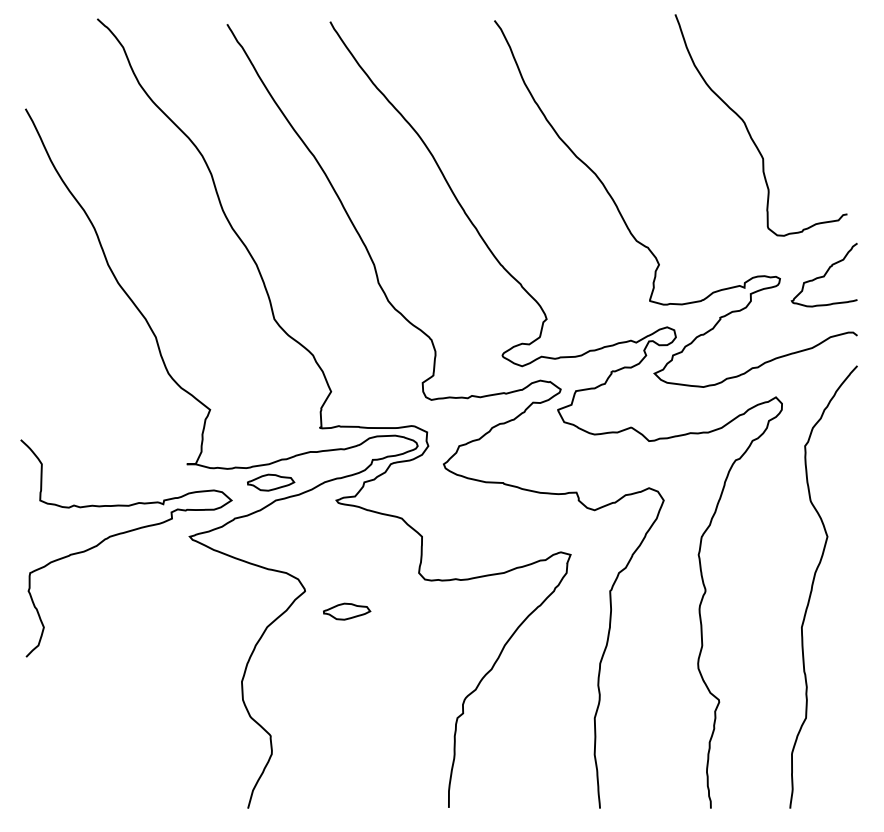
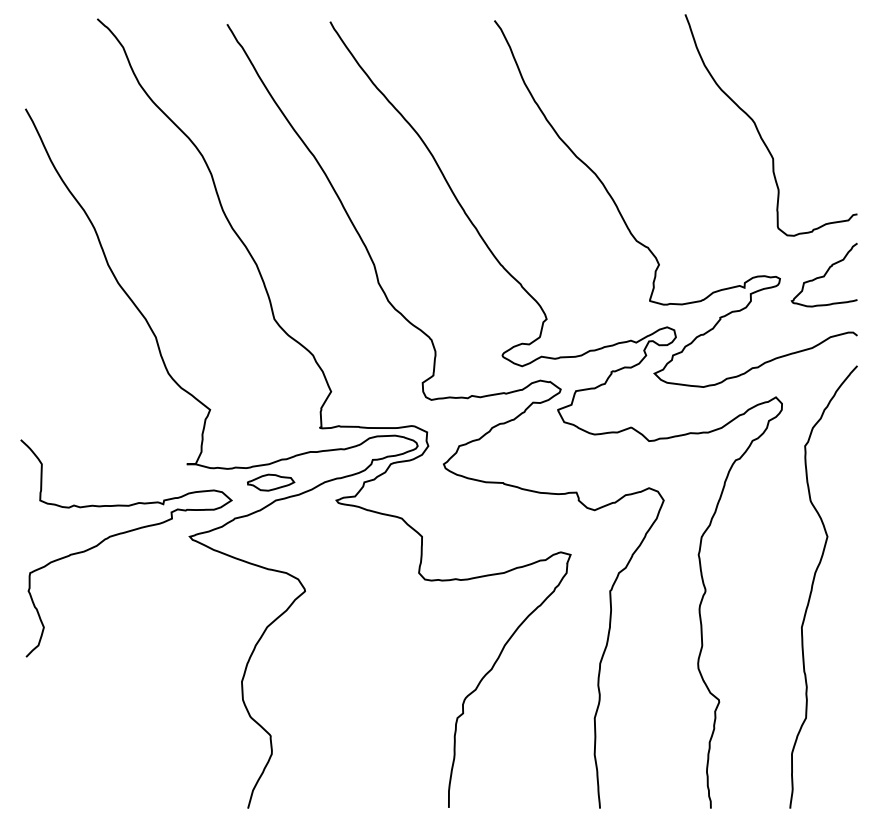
curve at (749, 131) position: (749, 131) -> (759, 131)
part at (347, 611): present -> none
